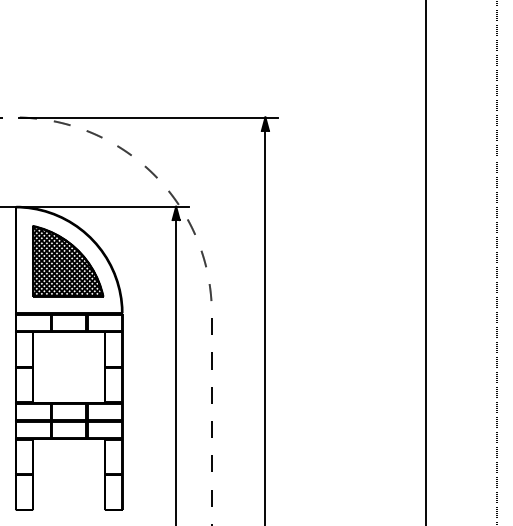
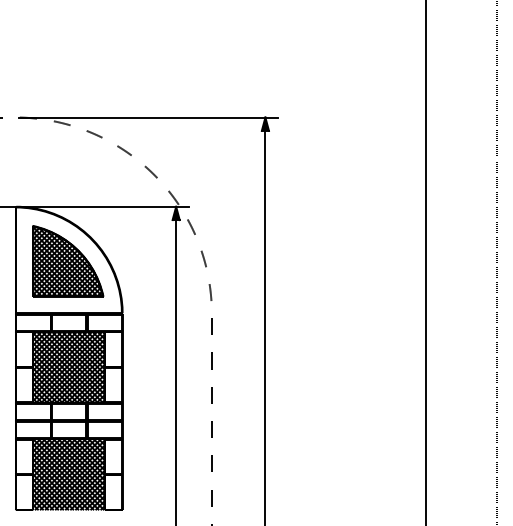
hatch at (68, 367): none -> present
hatch at (68, 474): none -> present
